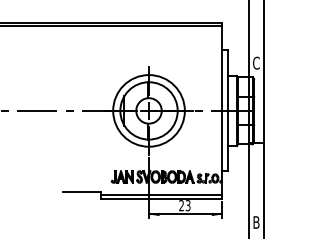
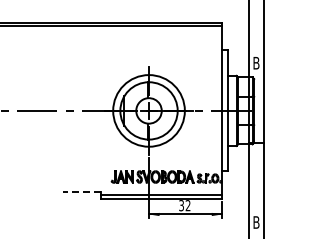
text at (256, 62): C -> B
line at (81, 192): solid -> dashed
text at (184, 205): 23 -> 32
